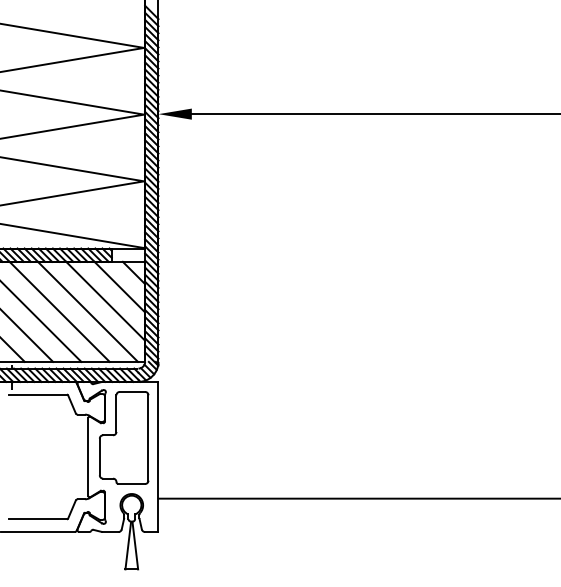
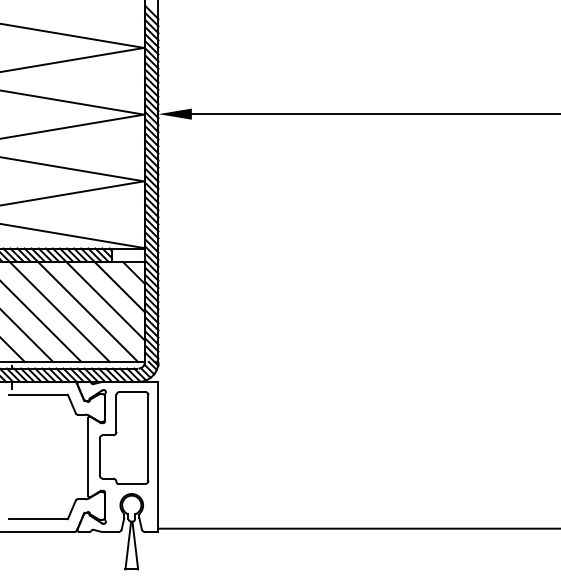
line at (357, 498) position: (357, 498) -> (357, 528)
